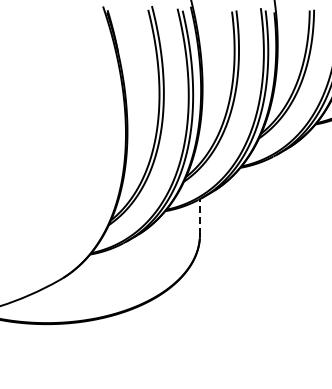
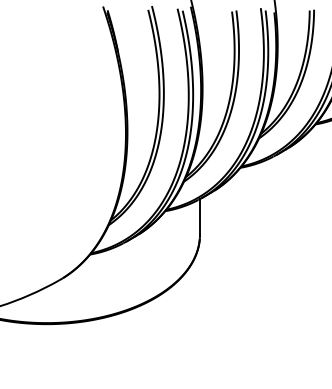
line at (200, 216): dashed -> solid
